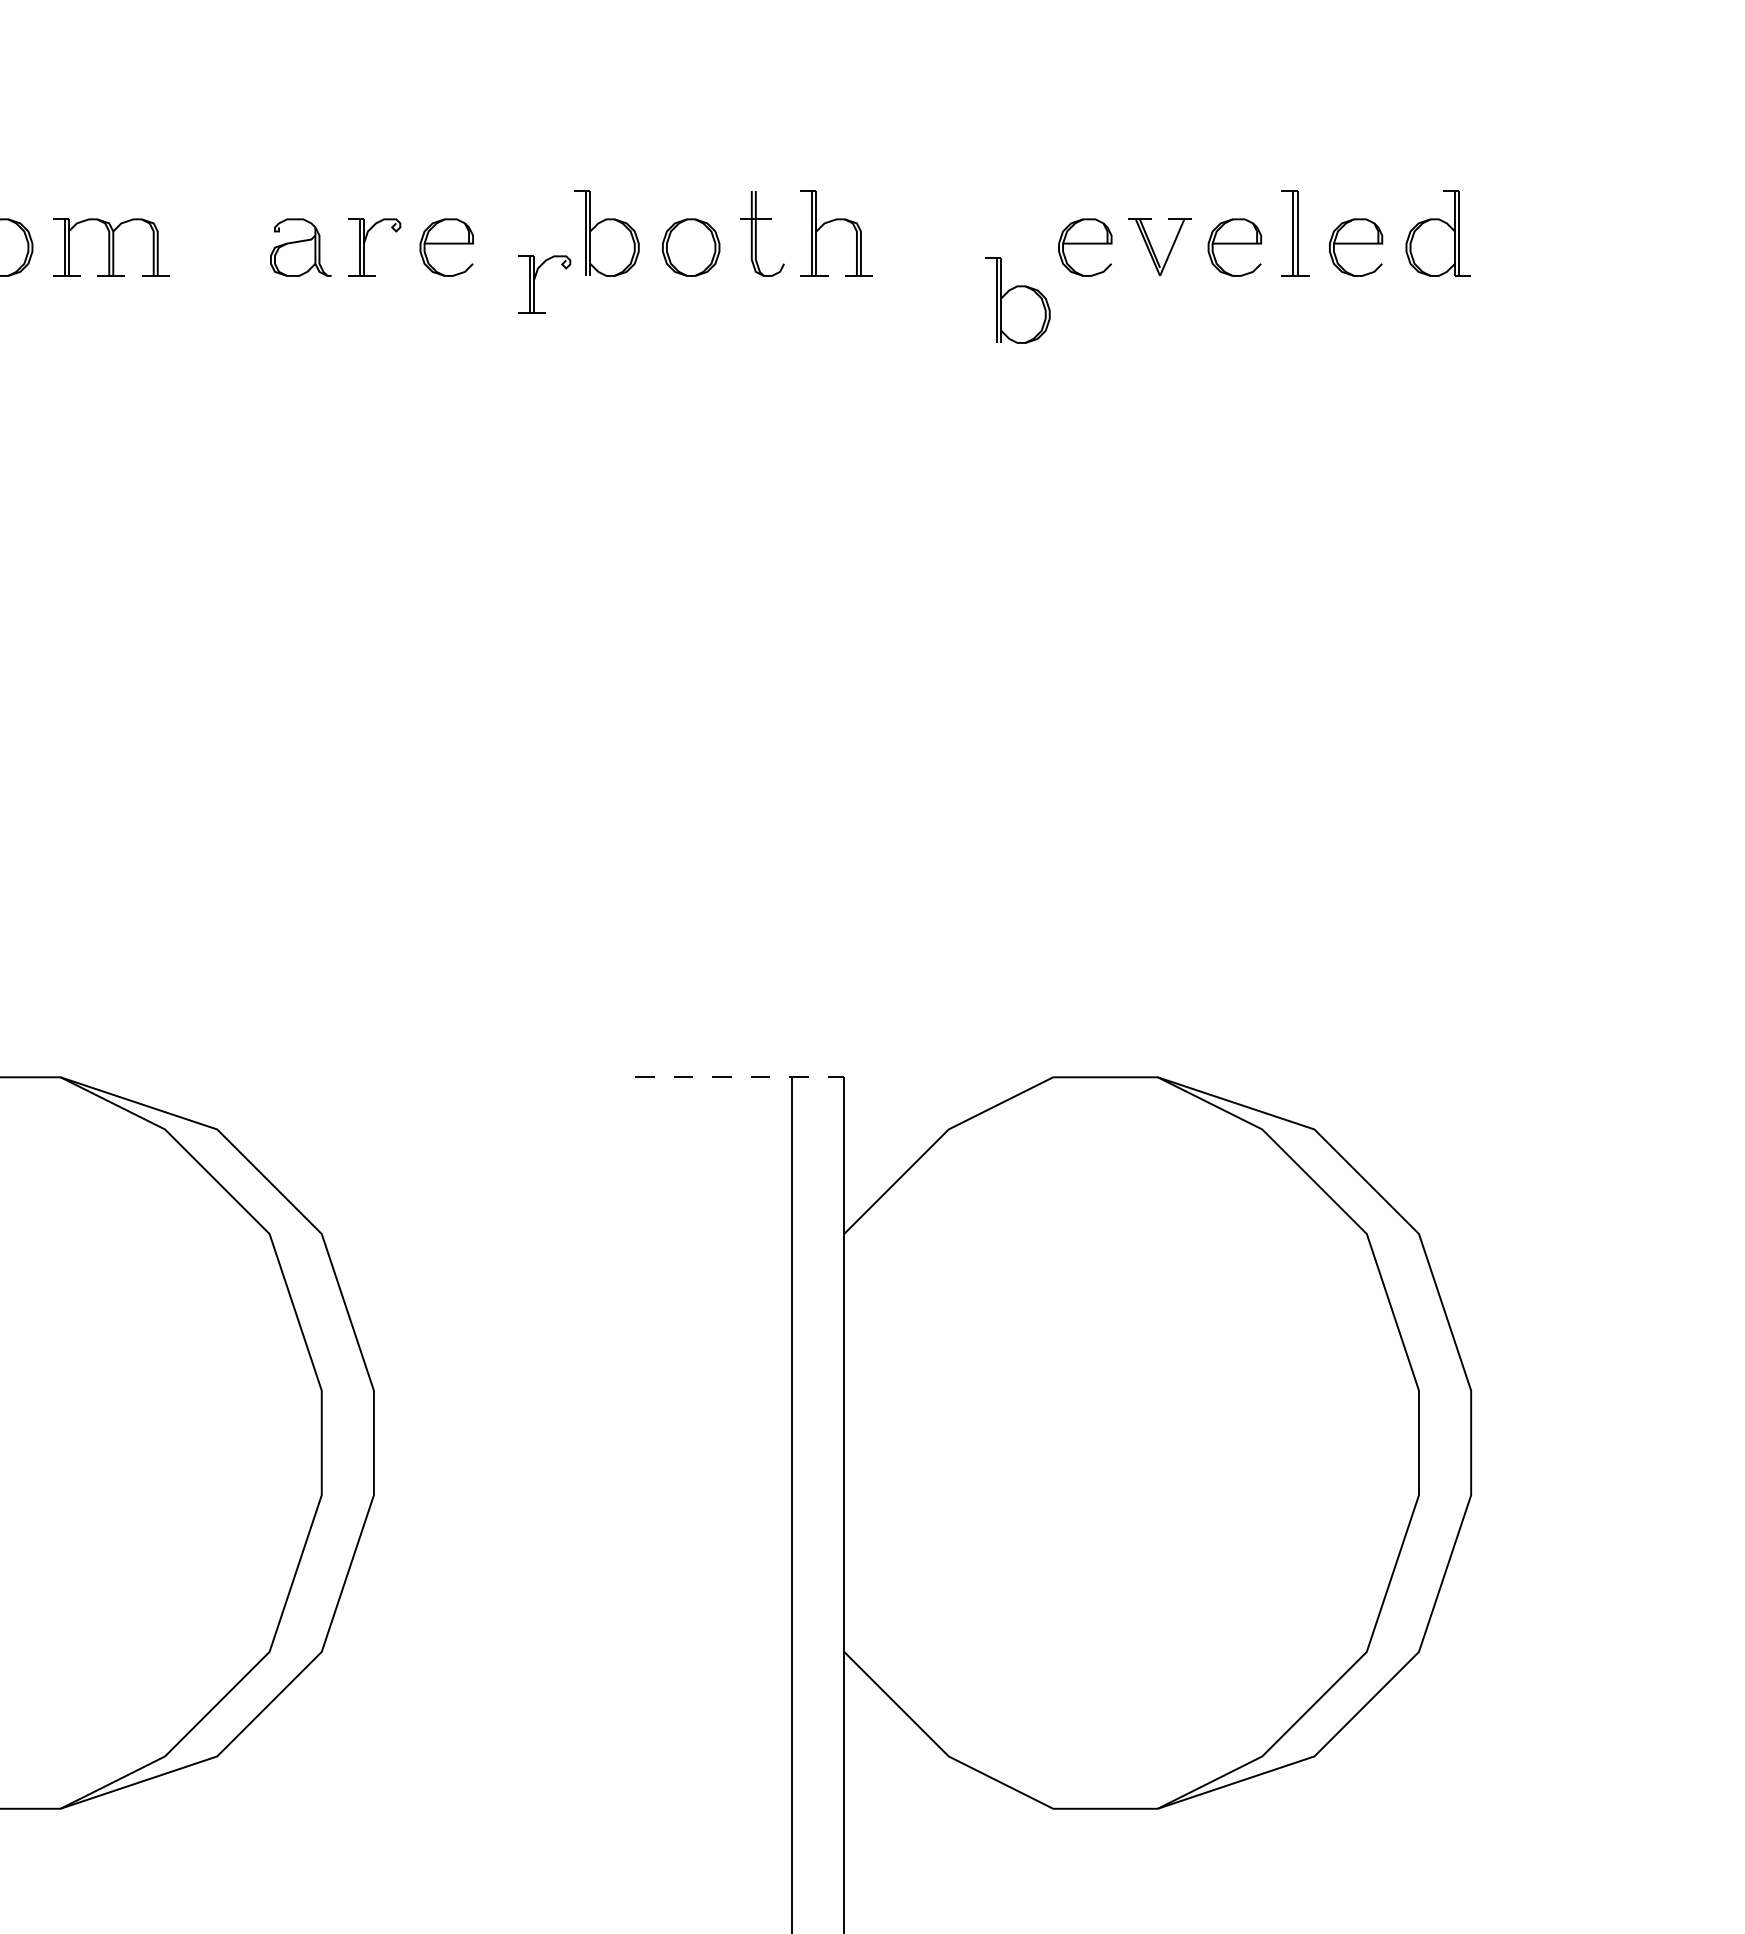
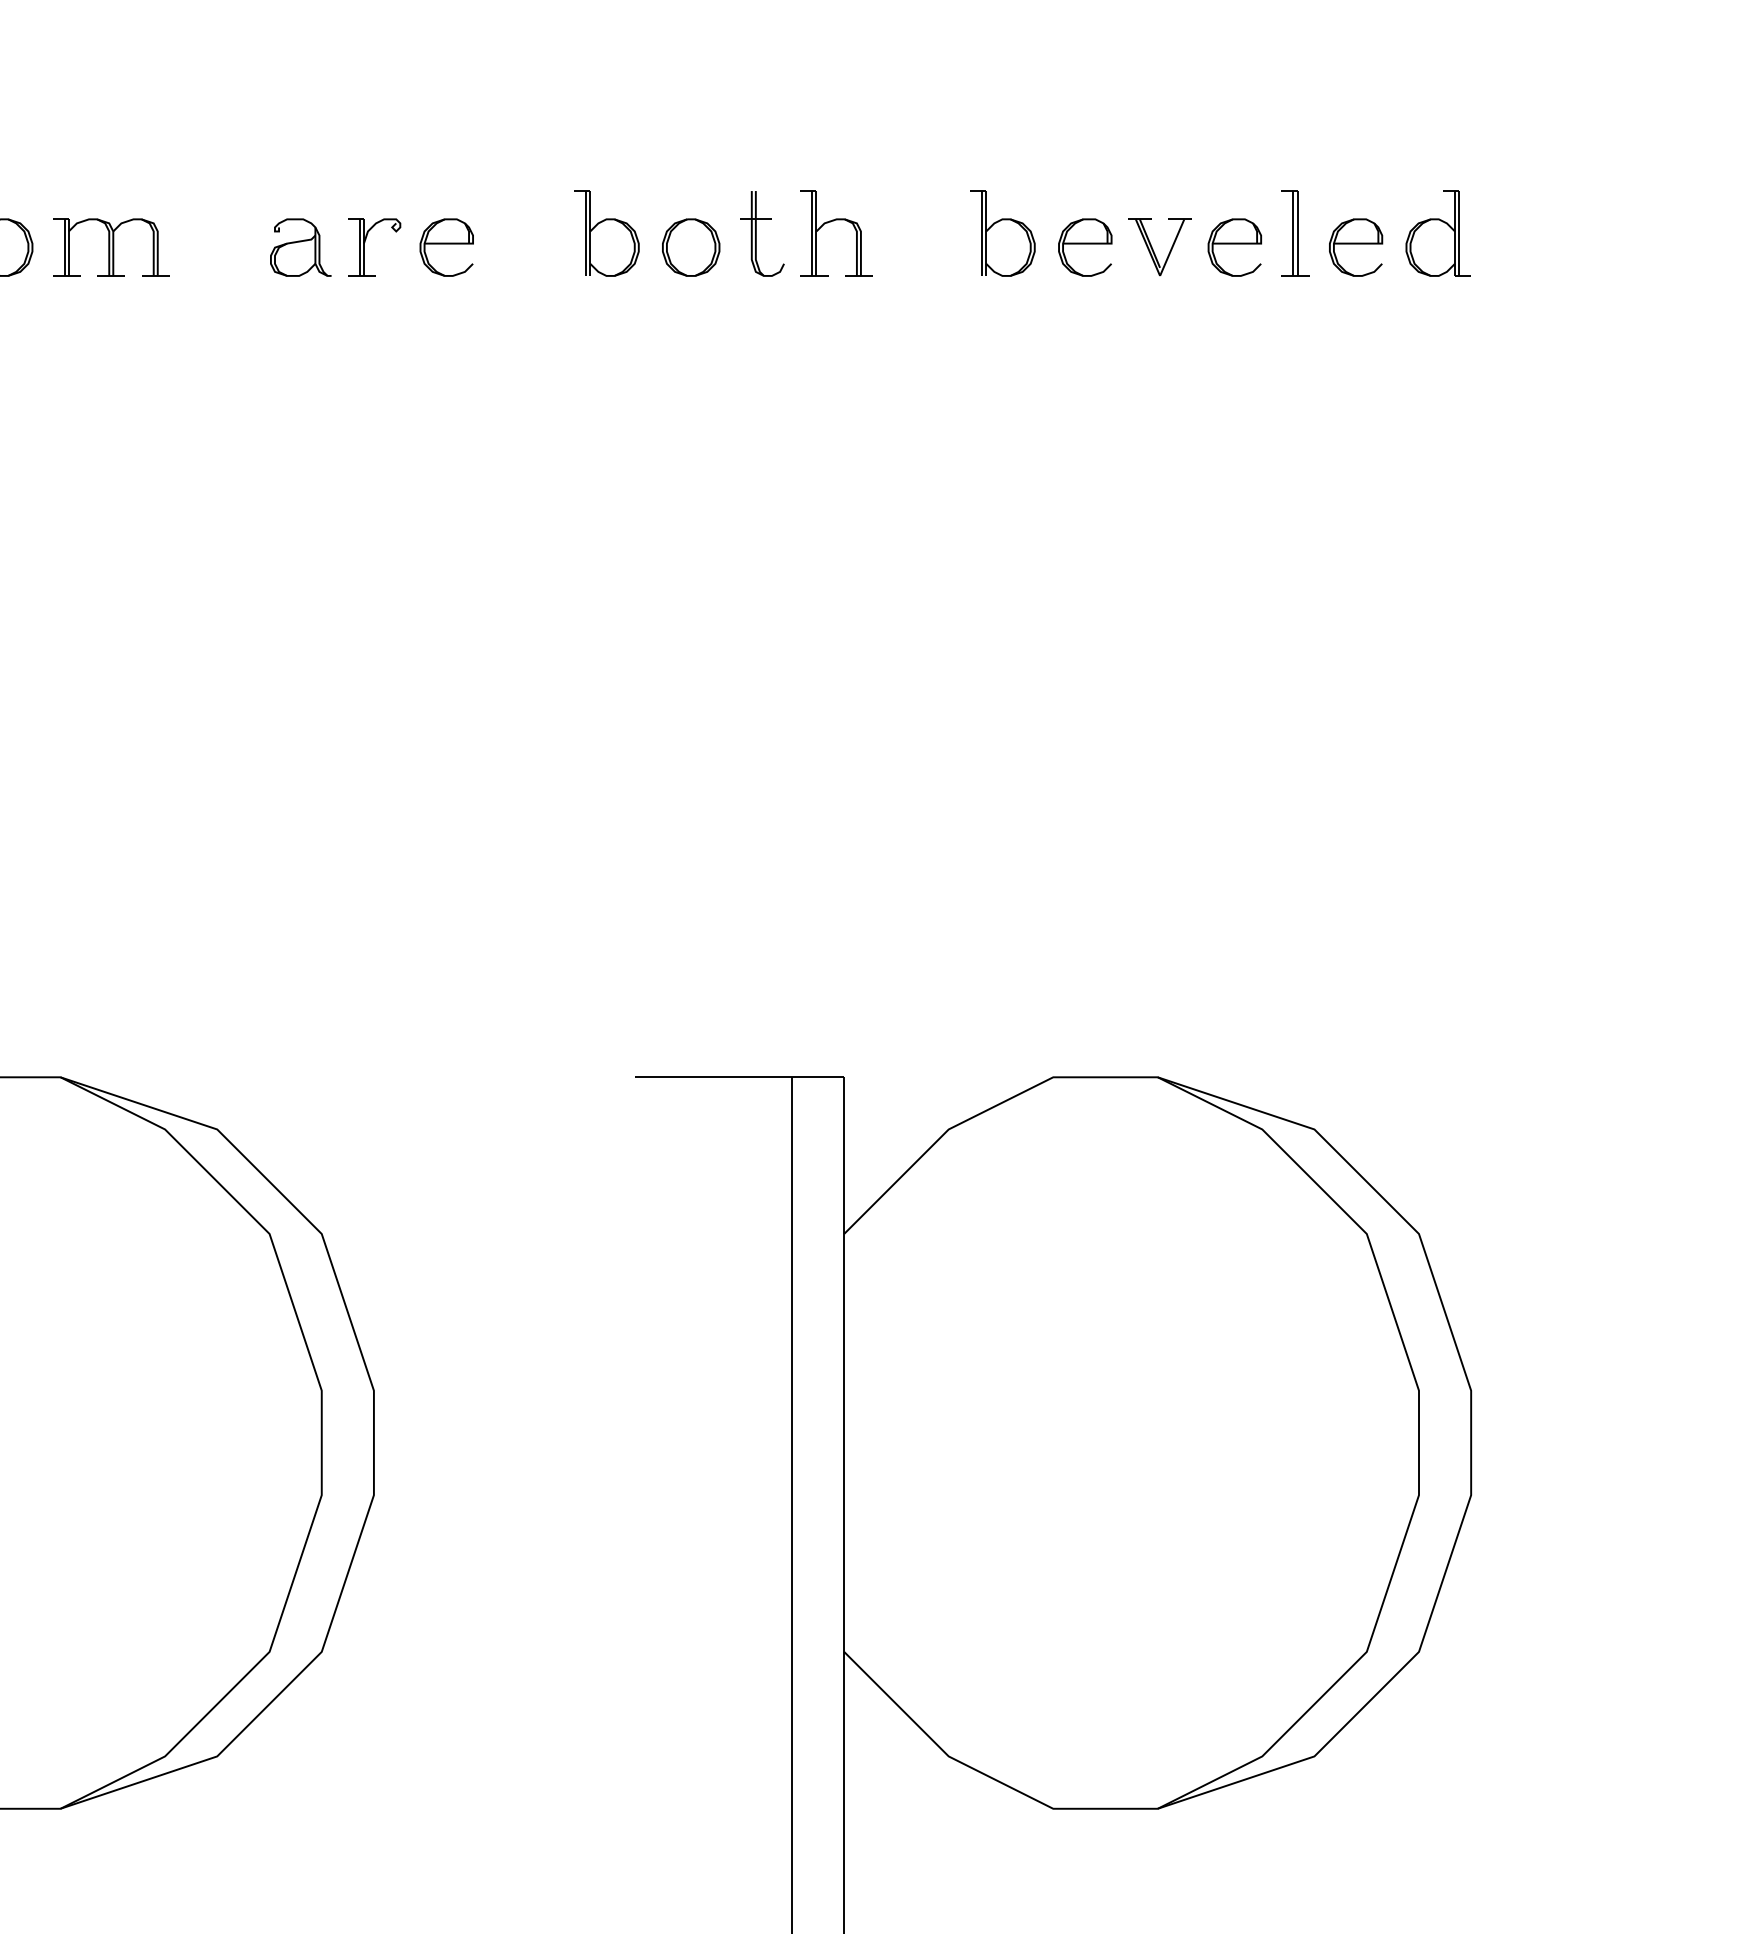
part at (534, 284): present -> none
part at (1017, 300) position: (1017, 300) -> (1002, 233)
line at (740, 1077): dashed -> solid
